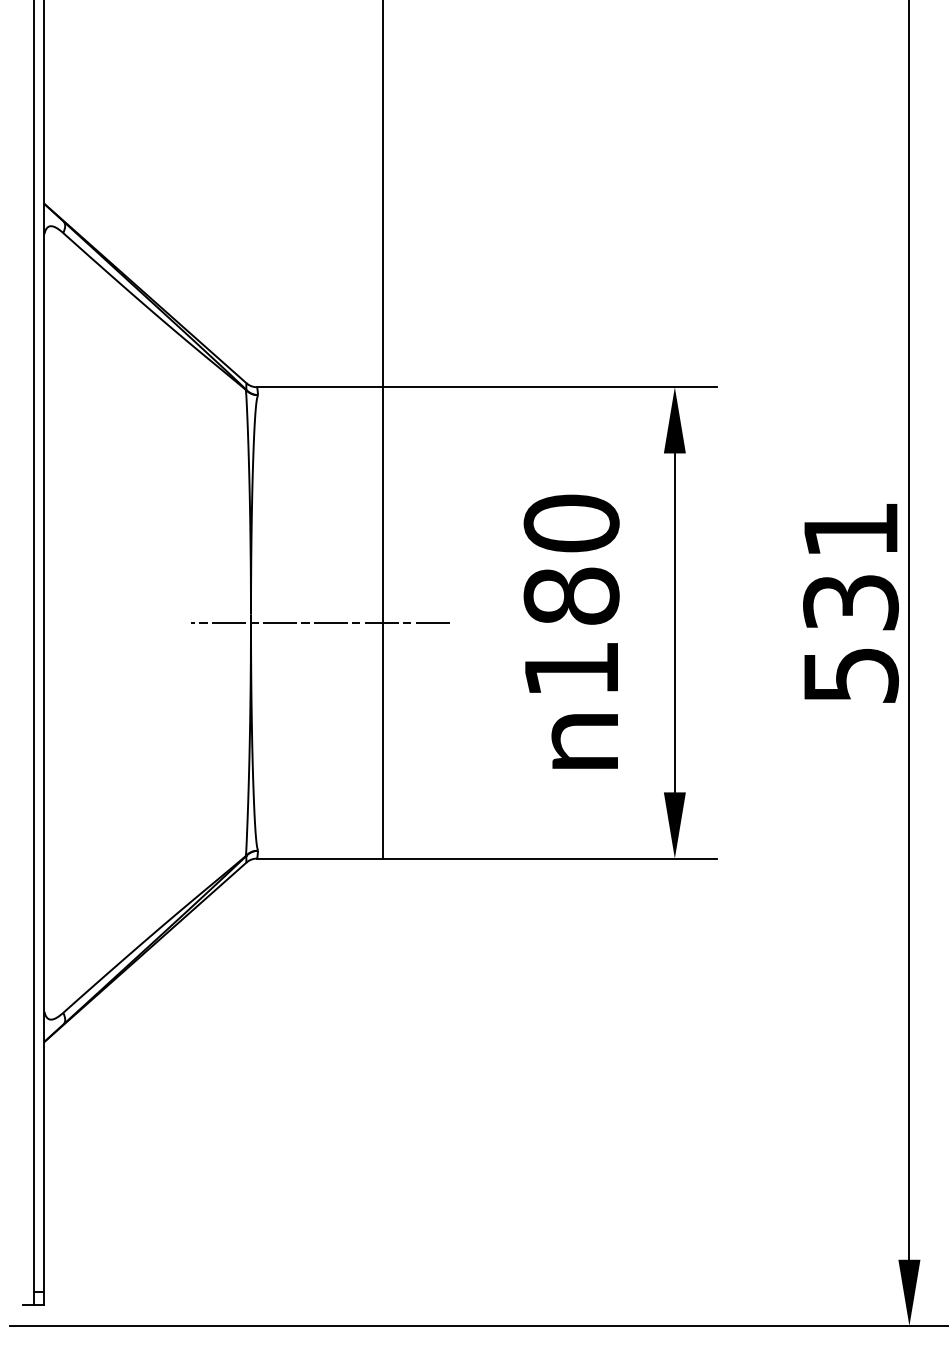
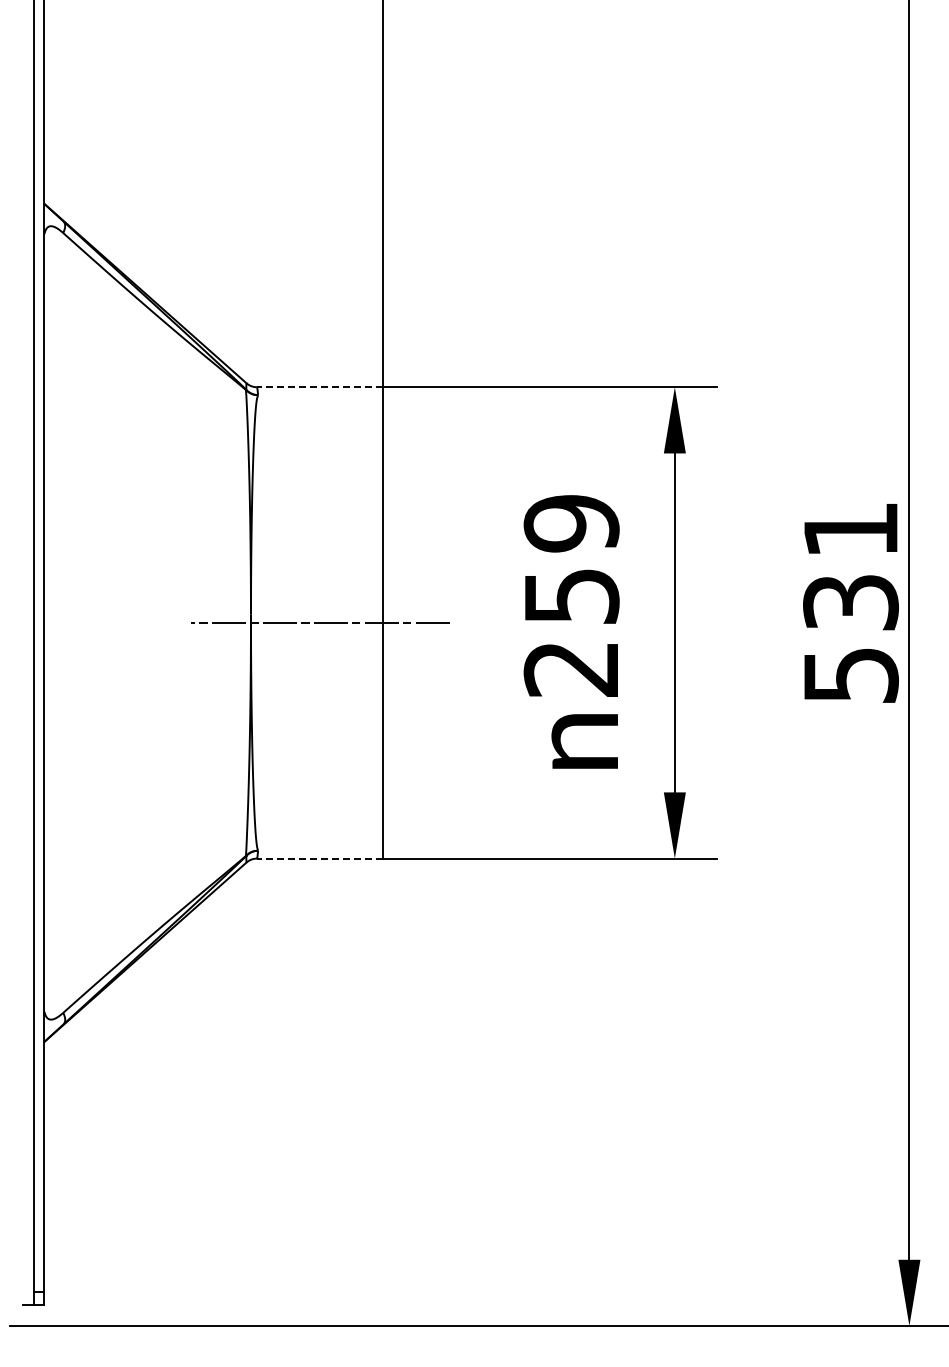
line at (319, 387): solid -> dashed
text at (571, 595): 180 -> 259
line at (319, 858): solid -> dashed
